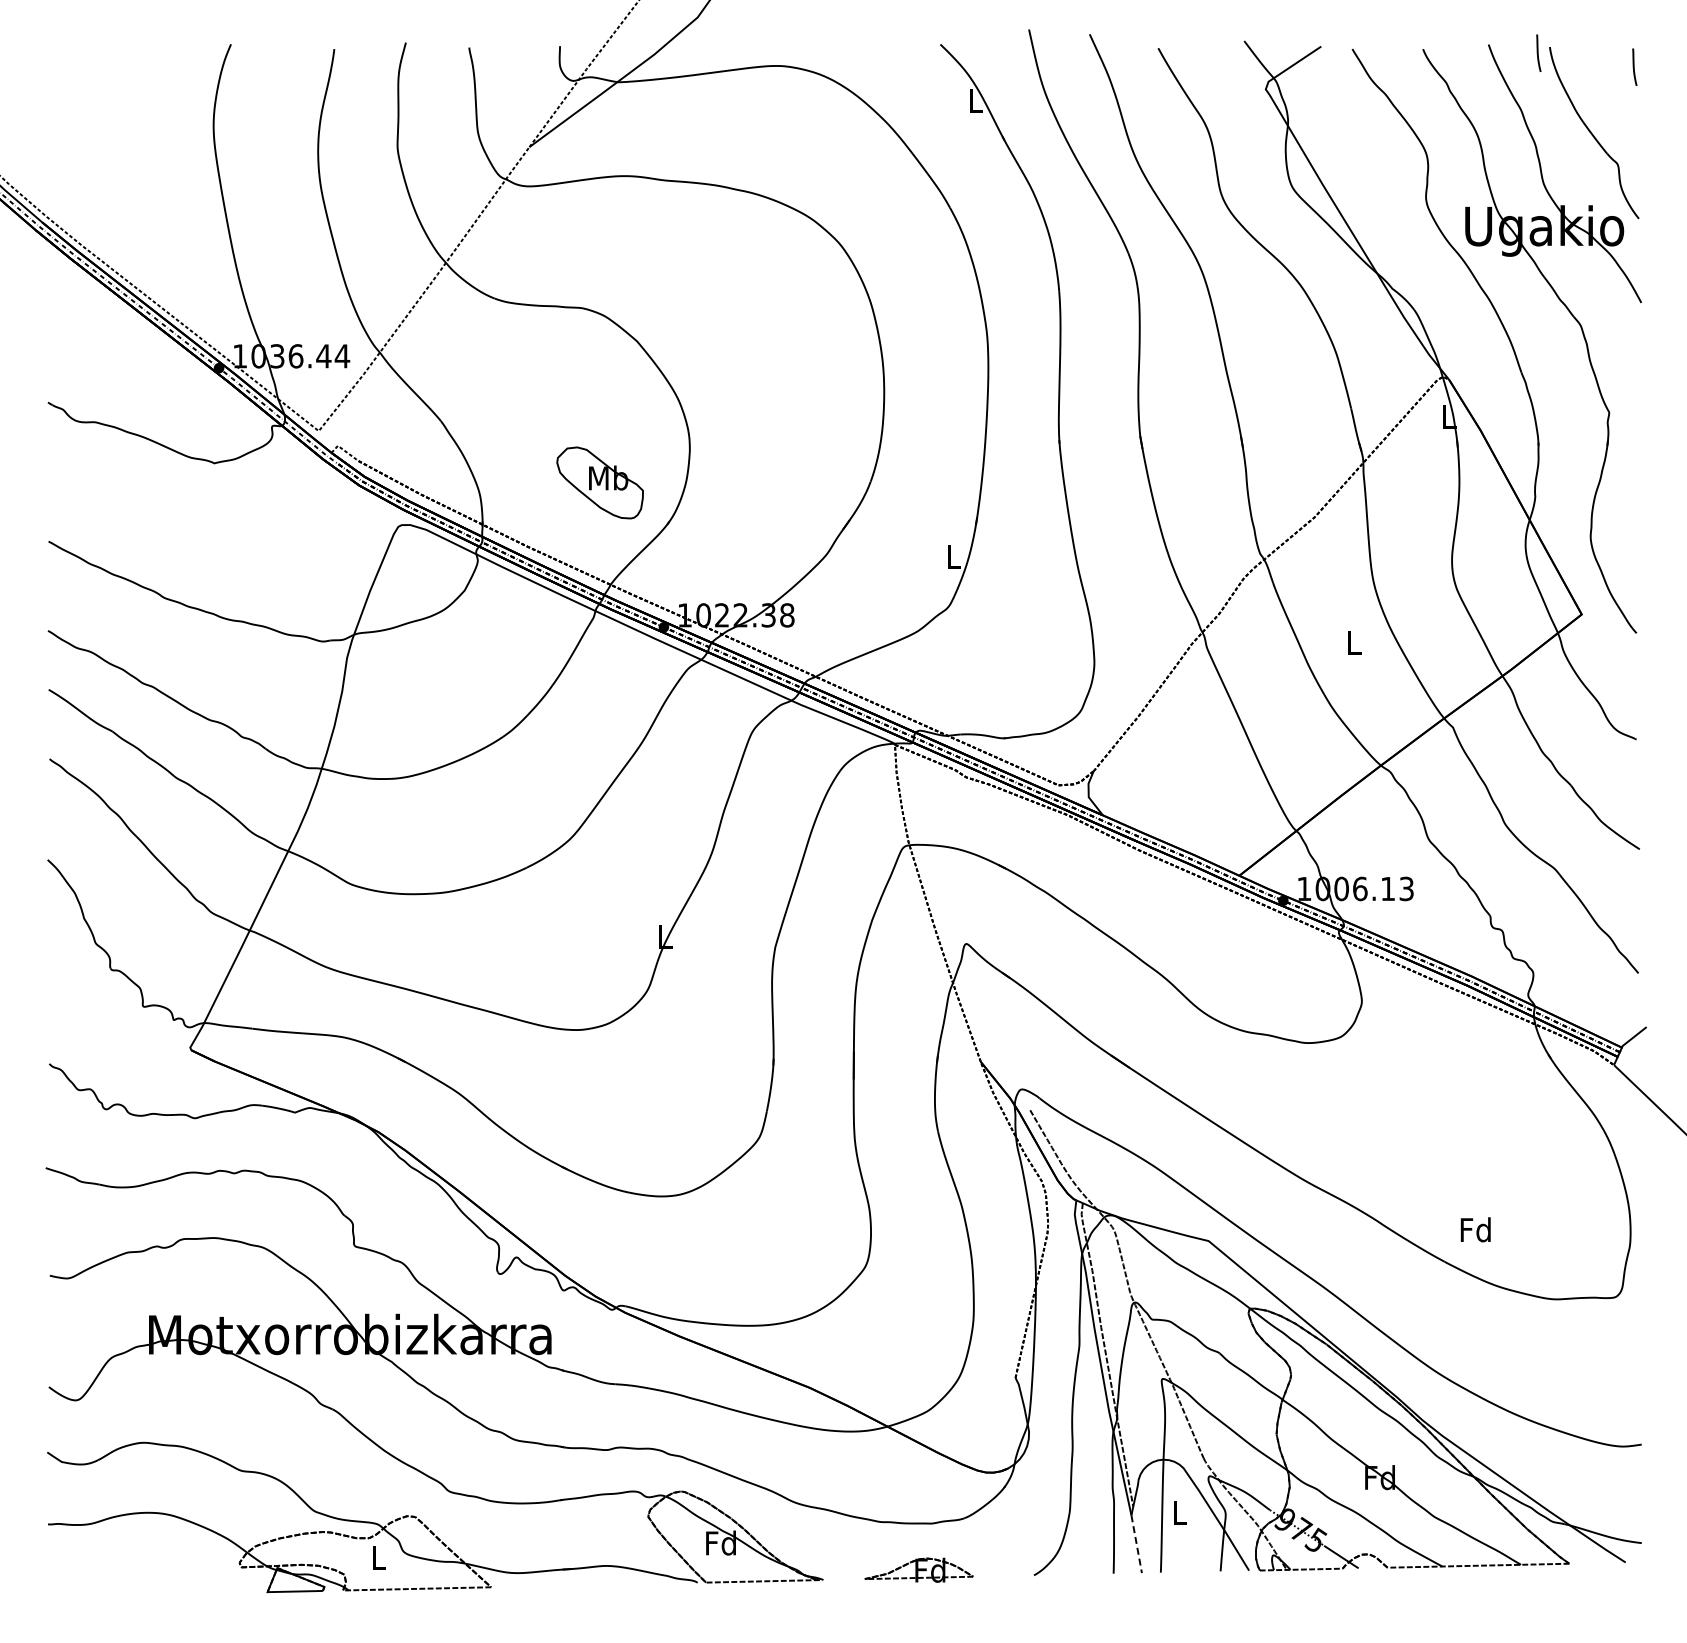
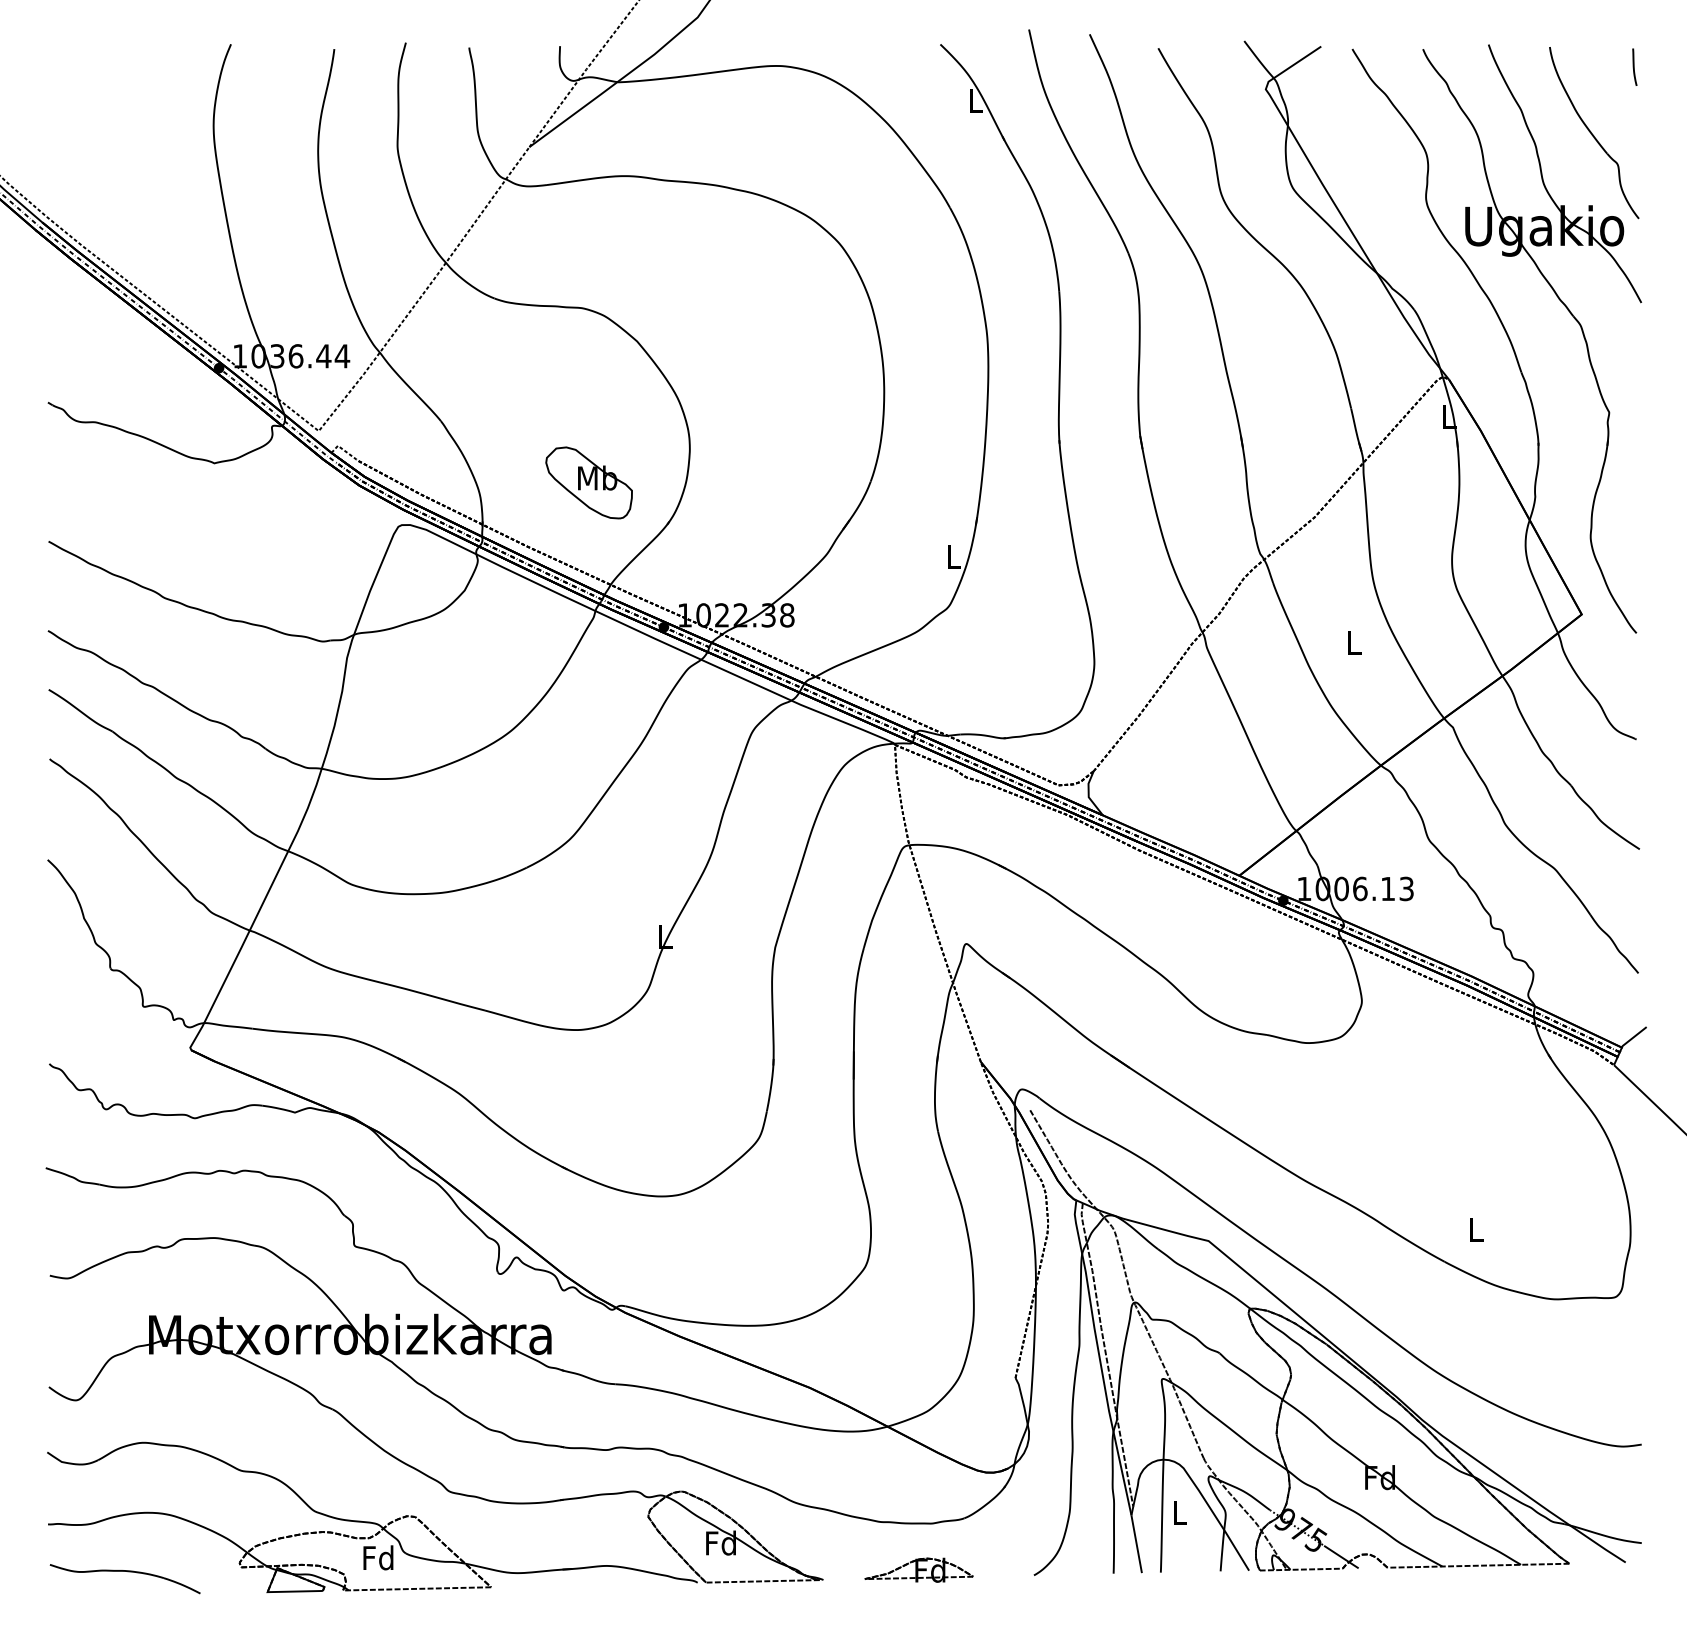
curve at (1538, 52): present -> none
part at (599, 482) position: (599, 482) -> (588, 482)
text at (1475, 1229): Fd -> L
line at (1136, 1544): dashed -> solid
text at (378, 1557): L -> Fd
part at (127, 1572): none -> present
